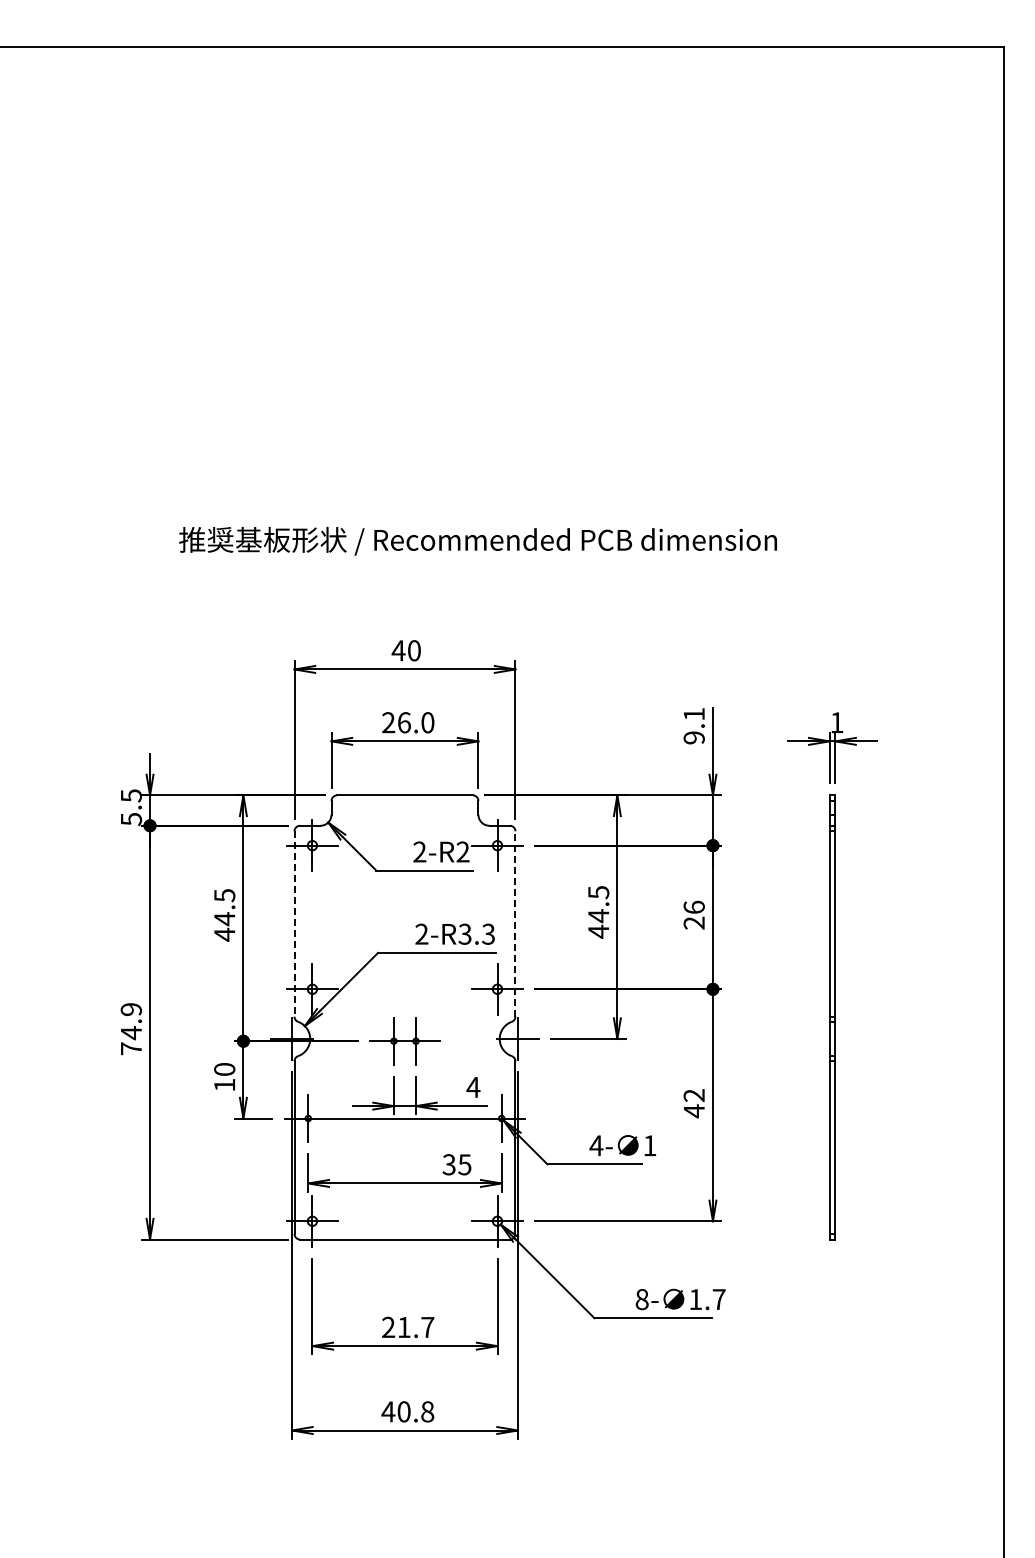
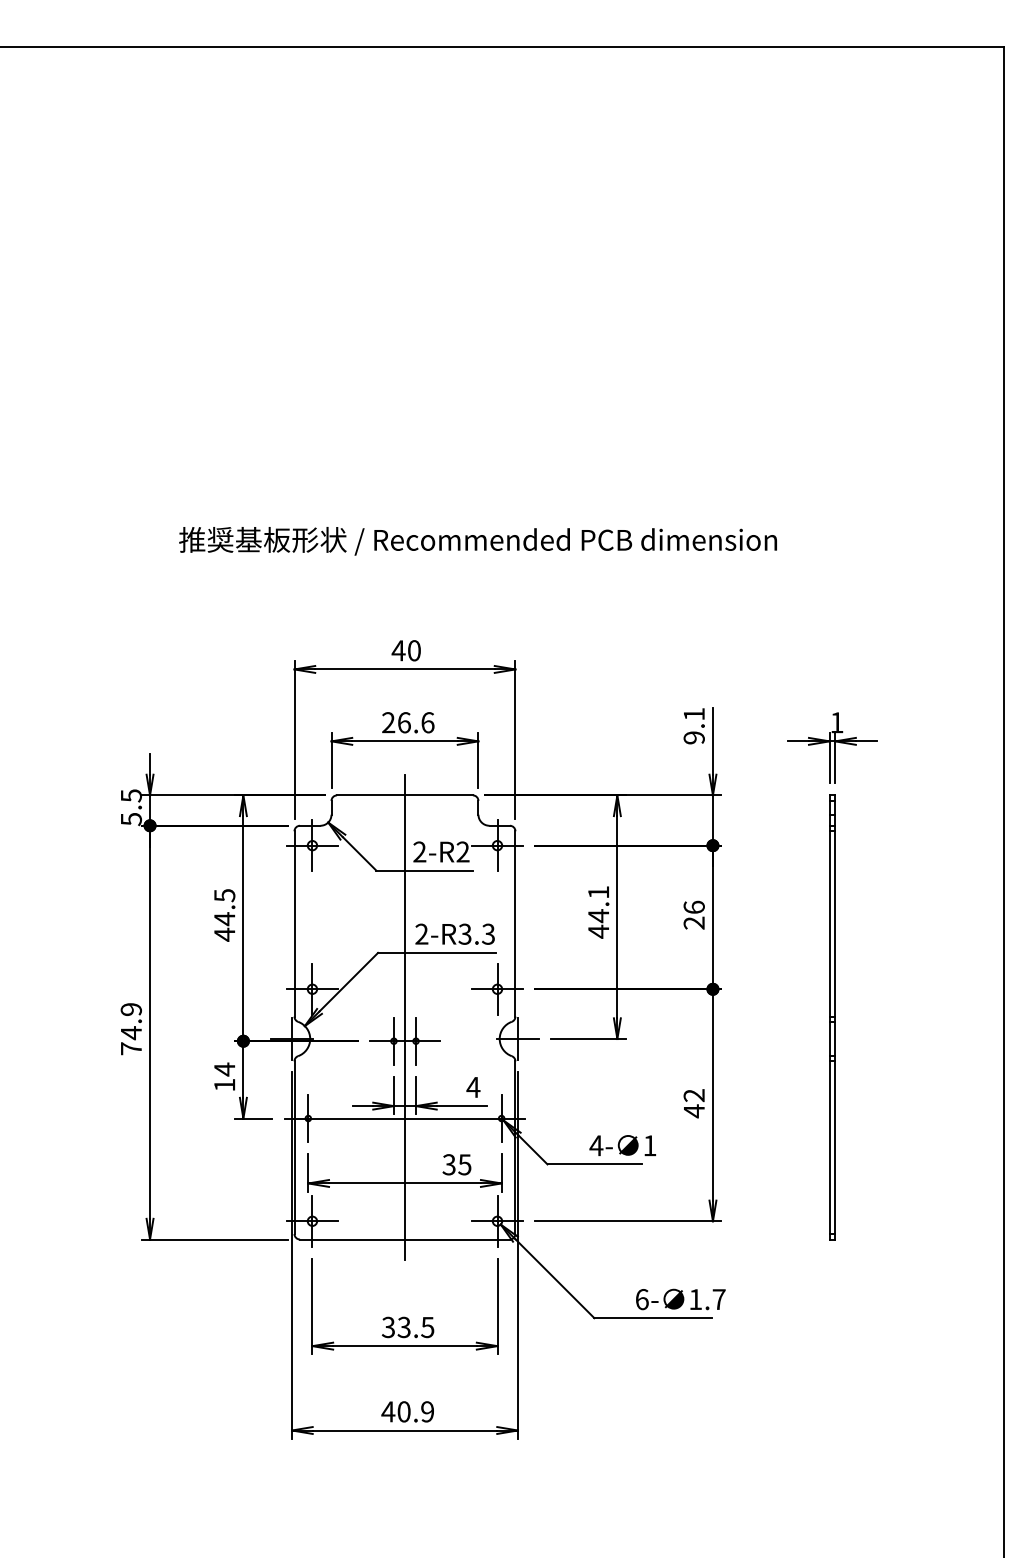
text at (427, 722): 26.0 -> 26.6
text at (598, 892): 44.5 -> 44.1
line at (294, 923): dashed -> solid
line at (515, 923): dashed -> solid
line at (404, 1017): none -> present
text at (224, 1069): 10 -> 14
text at (641, 1299): 8- -> 6-
text at (407, 1327): 21.7 -> 33.5
text at (427, 1411): 40.8 -> 40.9
